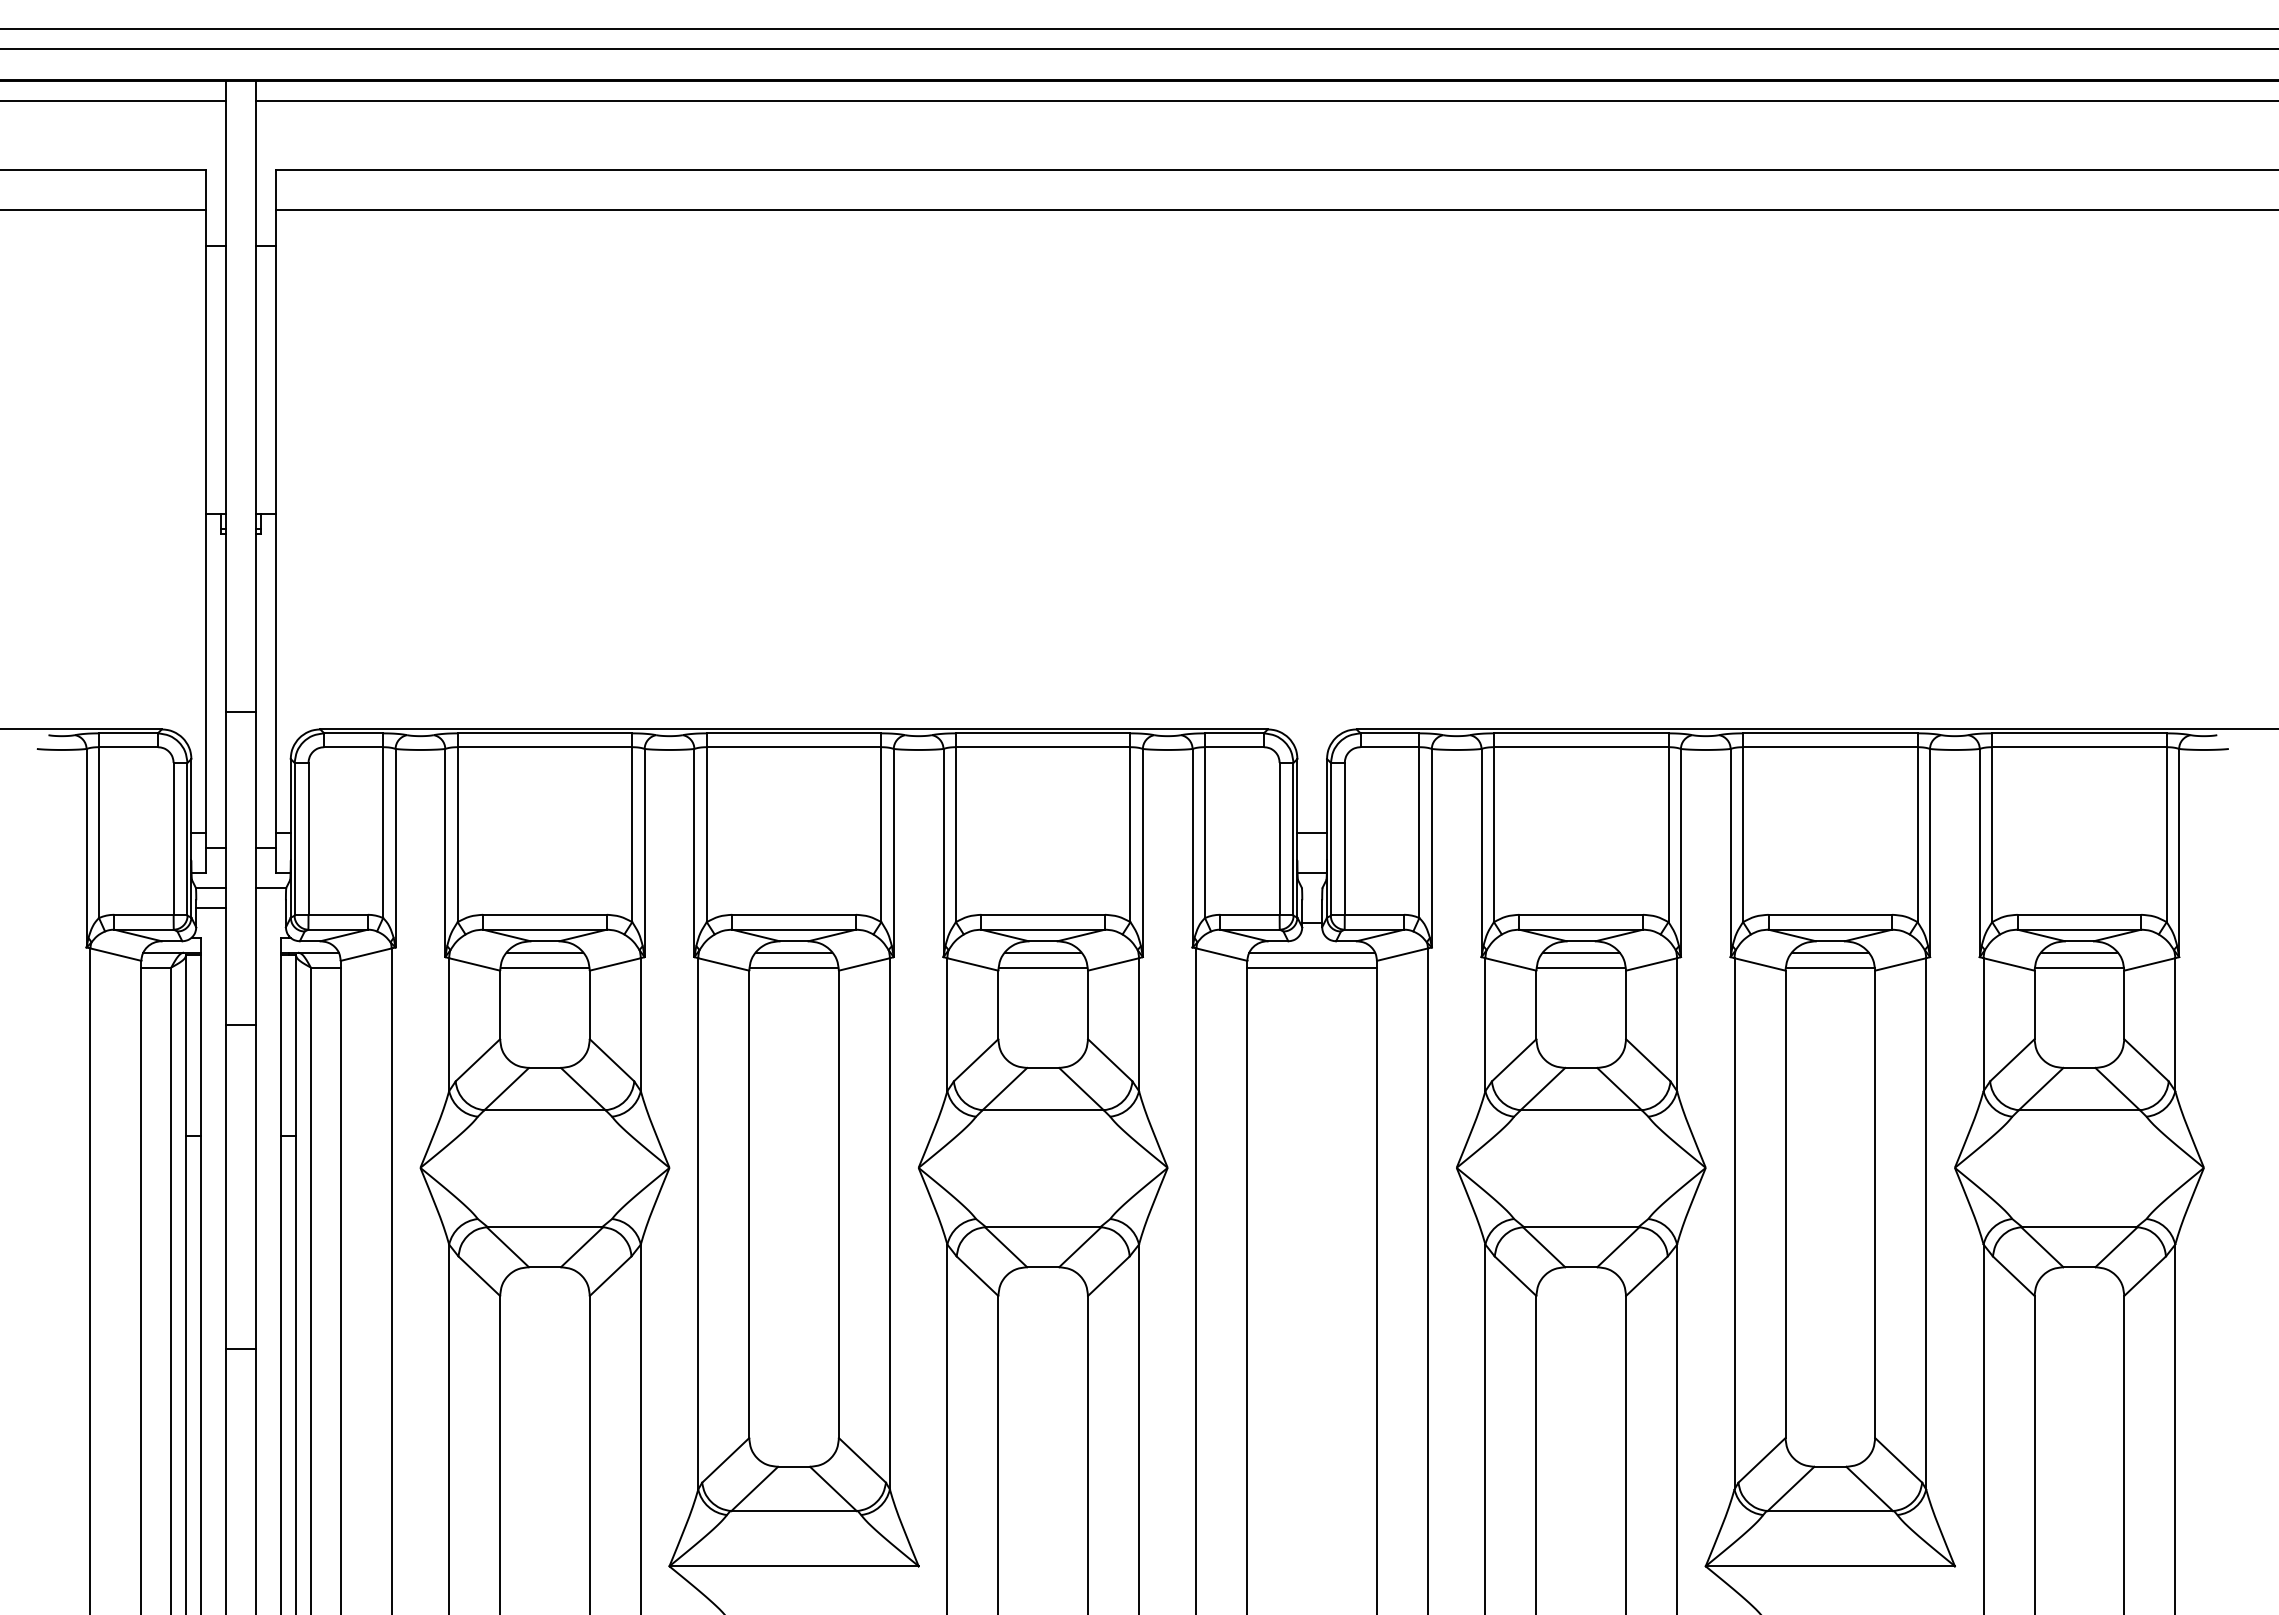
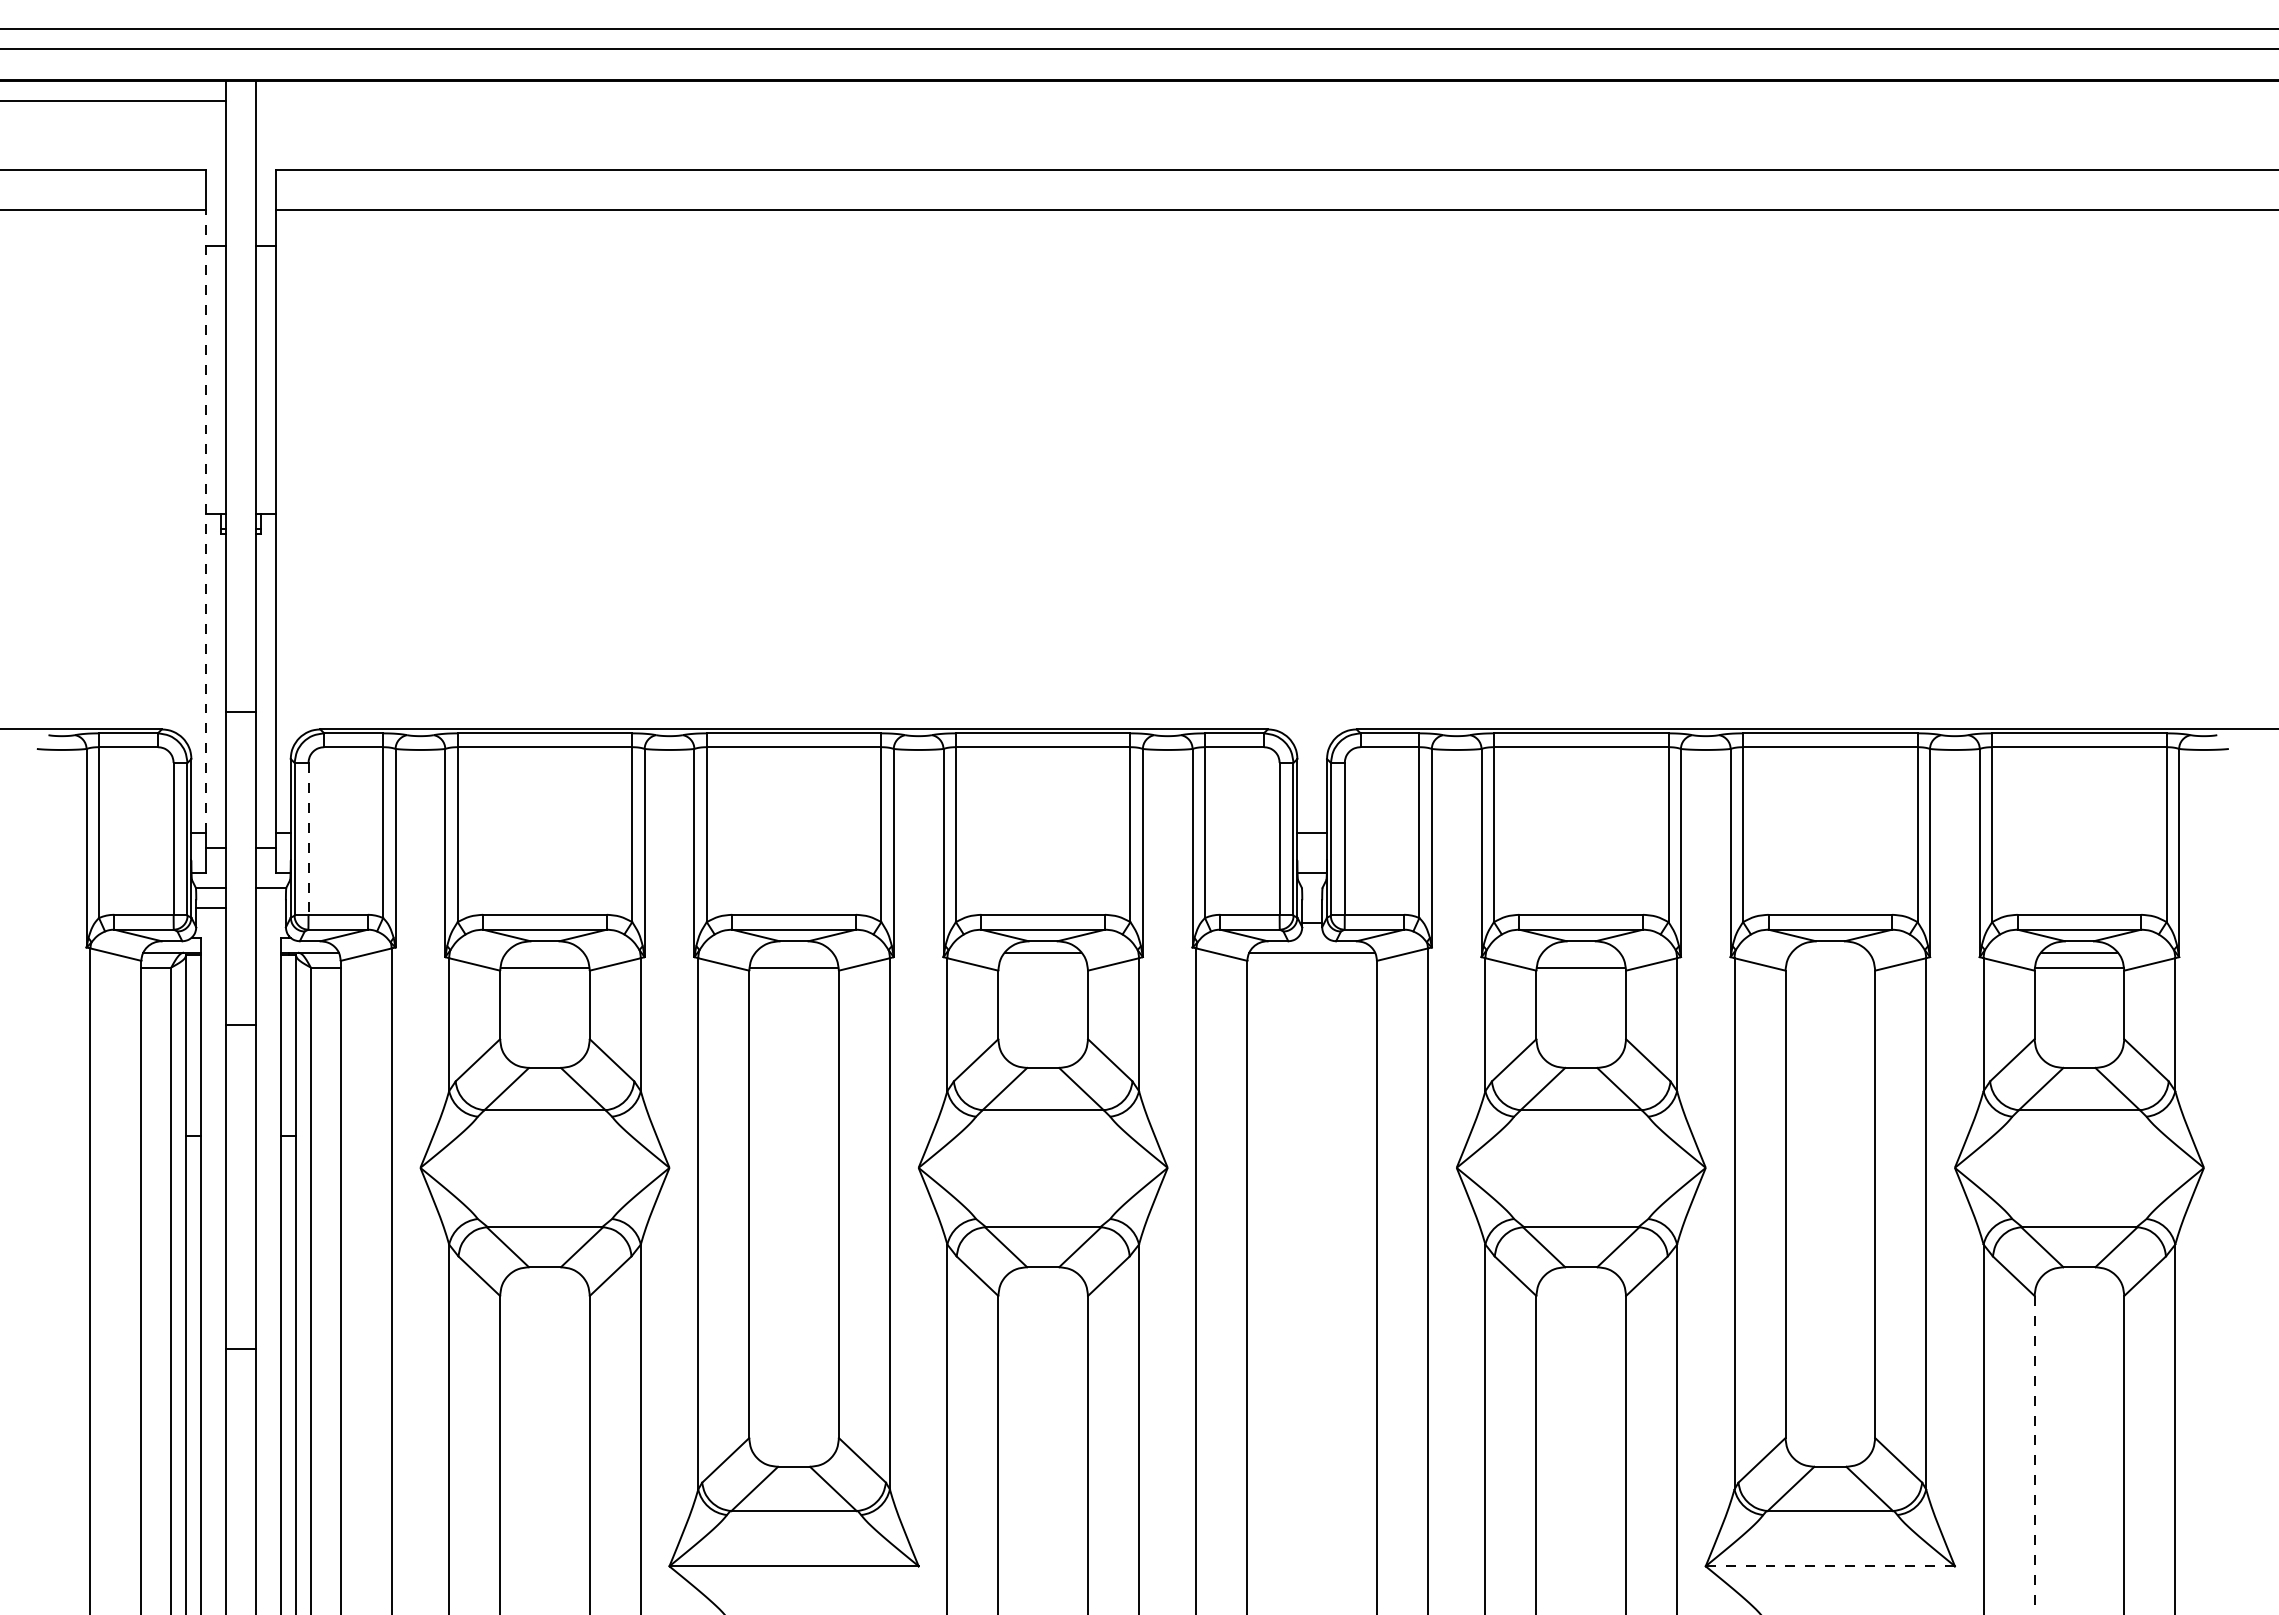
line at (1265, 100): present -> none
line at (206, 521): solid -> dashed
line at (308, 838): solid -> dashed
line at (544, 952): present -> none
line at (793, 952): present -> none
line at (1580, 952): present -> none
line at (1830, 952): present -> none
line at (1042, 967): present -> none
line at (1311, 967): present -> none
line at (1830, 967): present -> none
line at (2034, 1455): solid -> dashed
line at (1829, 1566): solid -> dashed
